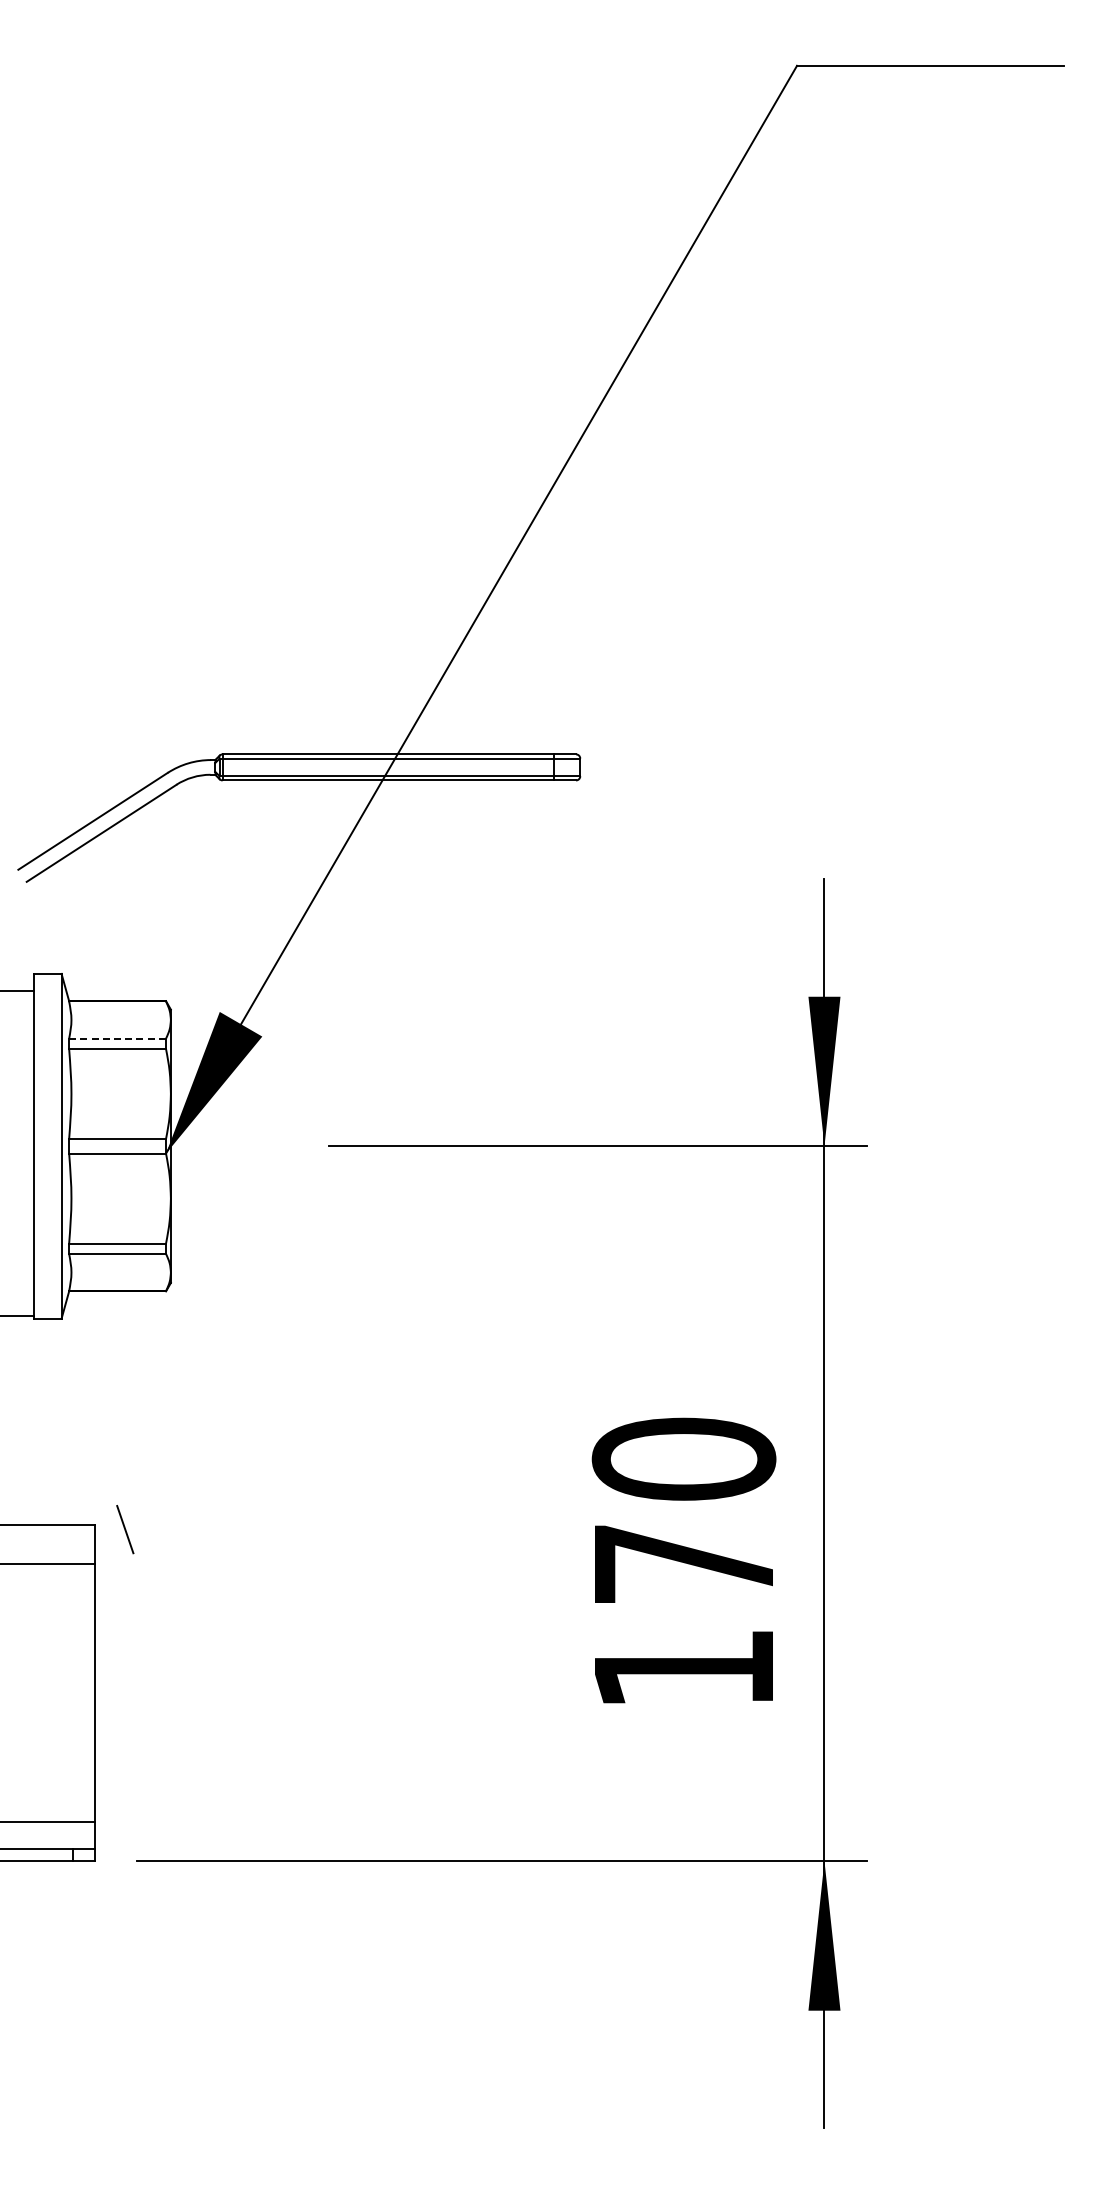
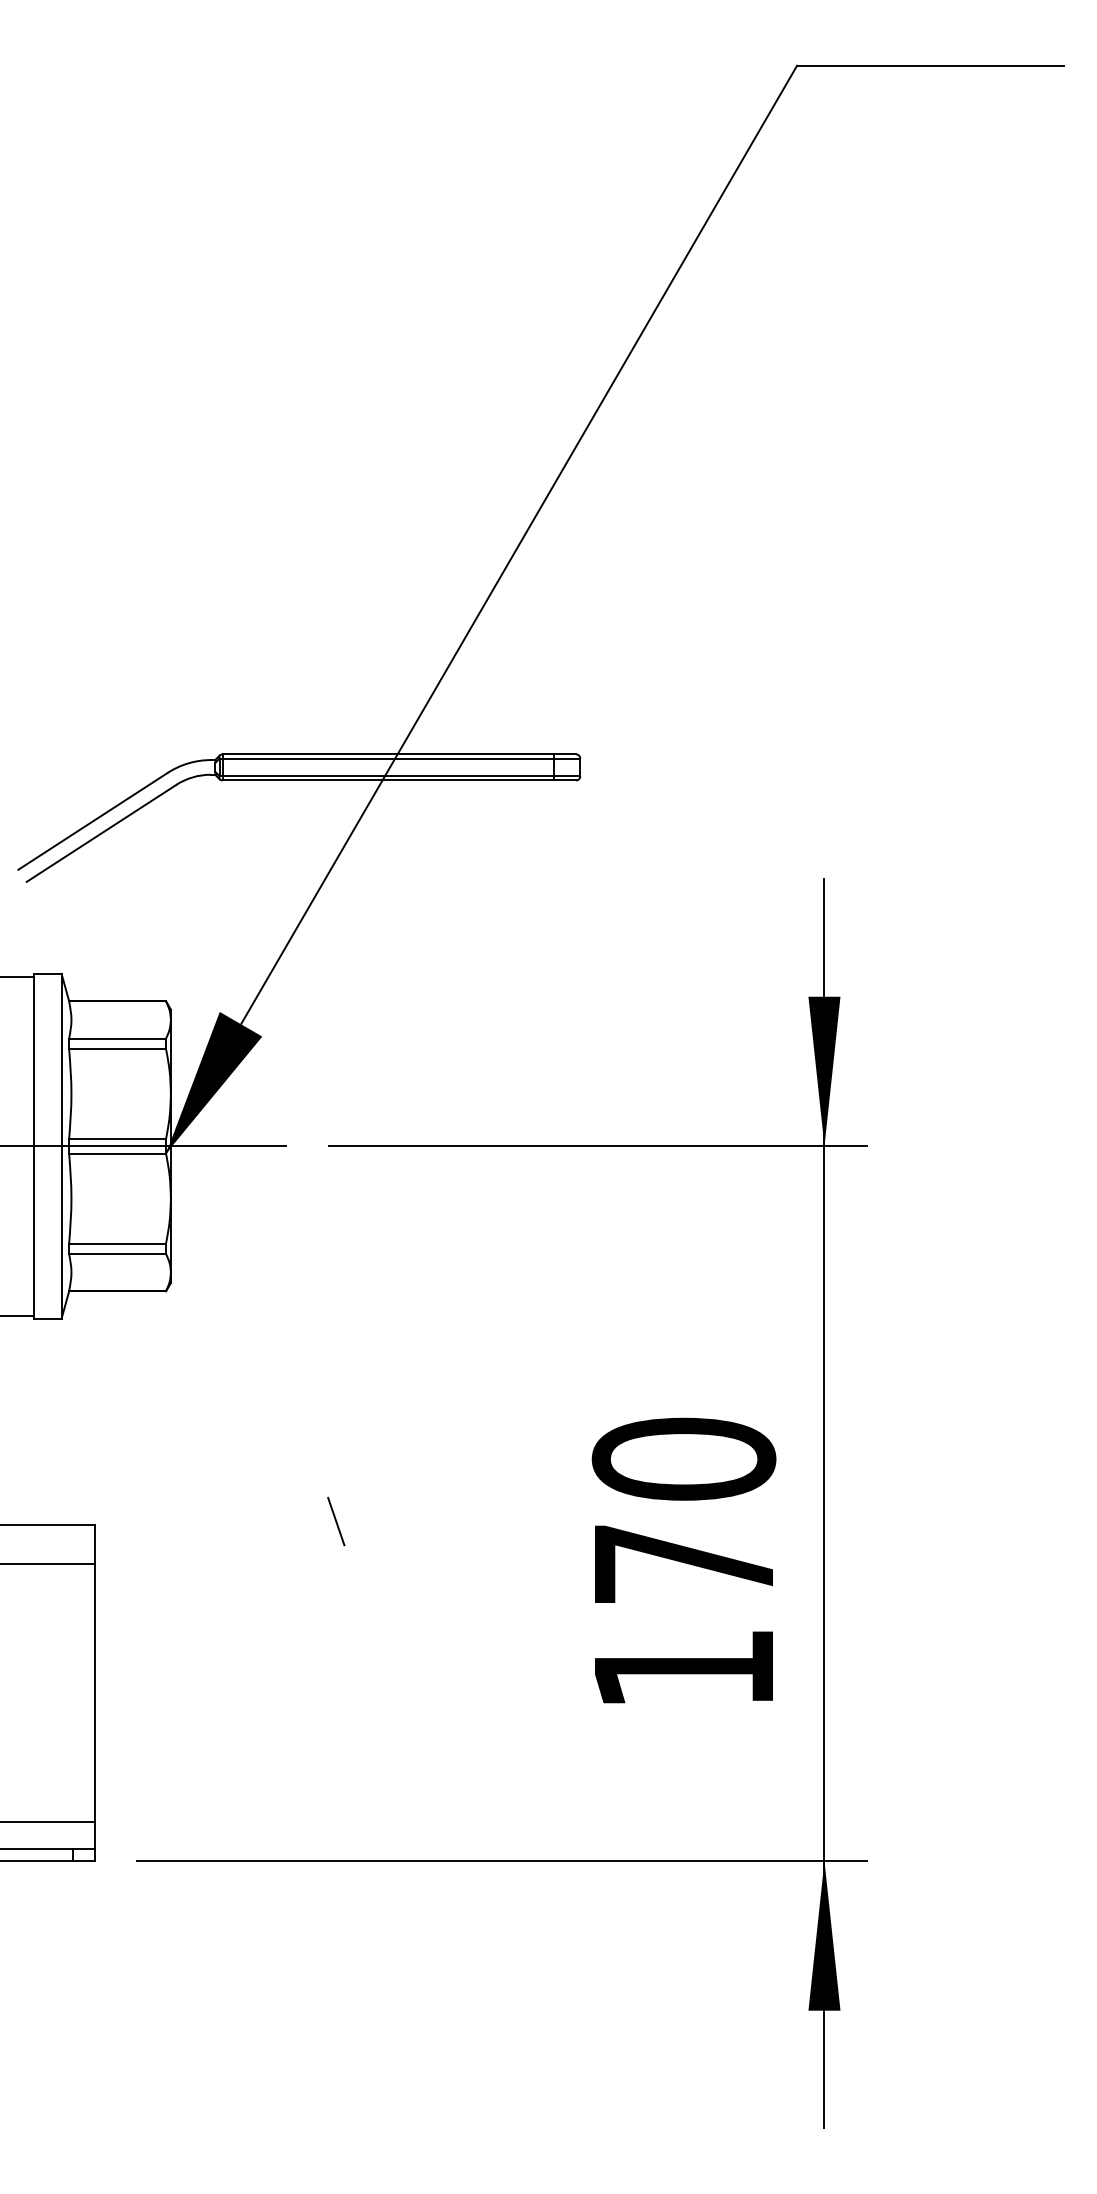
line at (18, 991) position: (18, 991) -> (18, 977)
line at (118, 1038): dashed -> solid
line at (144, 1146): none -> present
line at (125, 1529) position: (125, 1529) -> (336, 1521)
